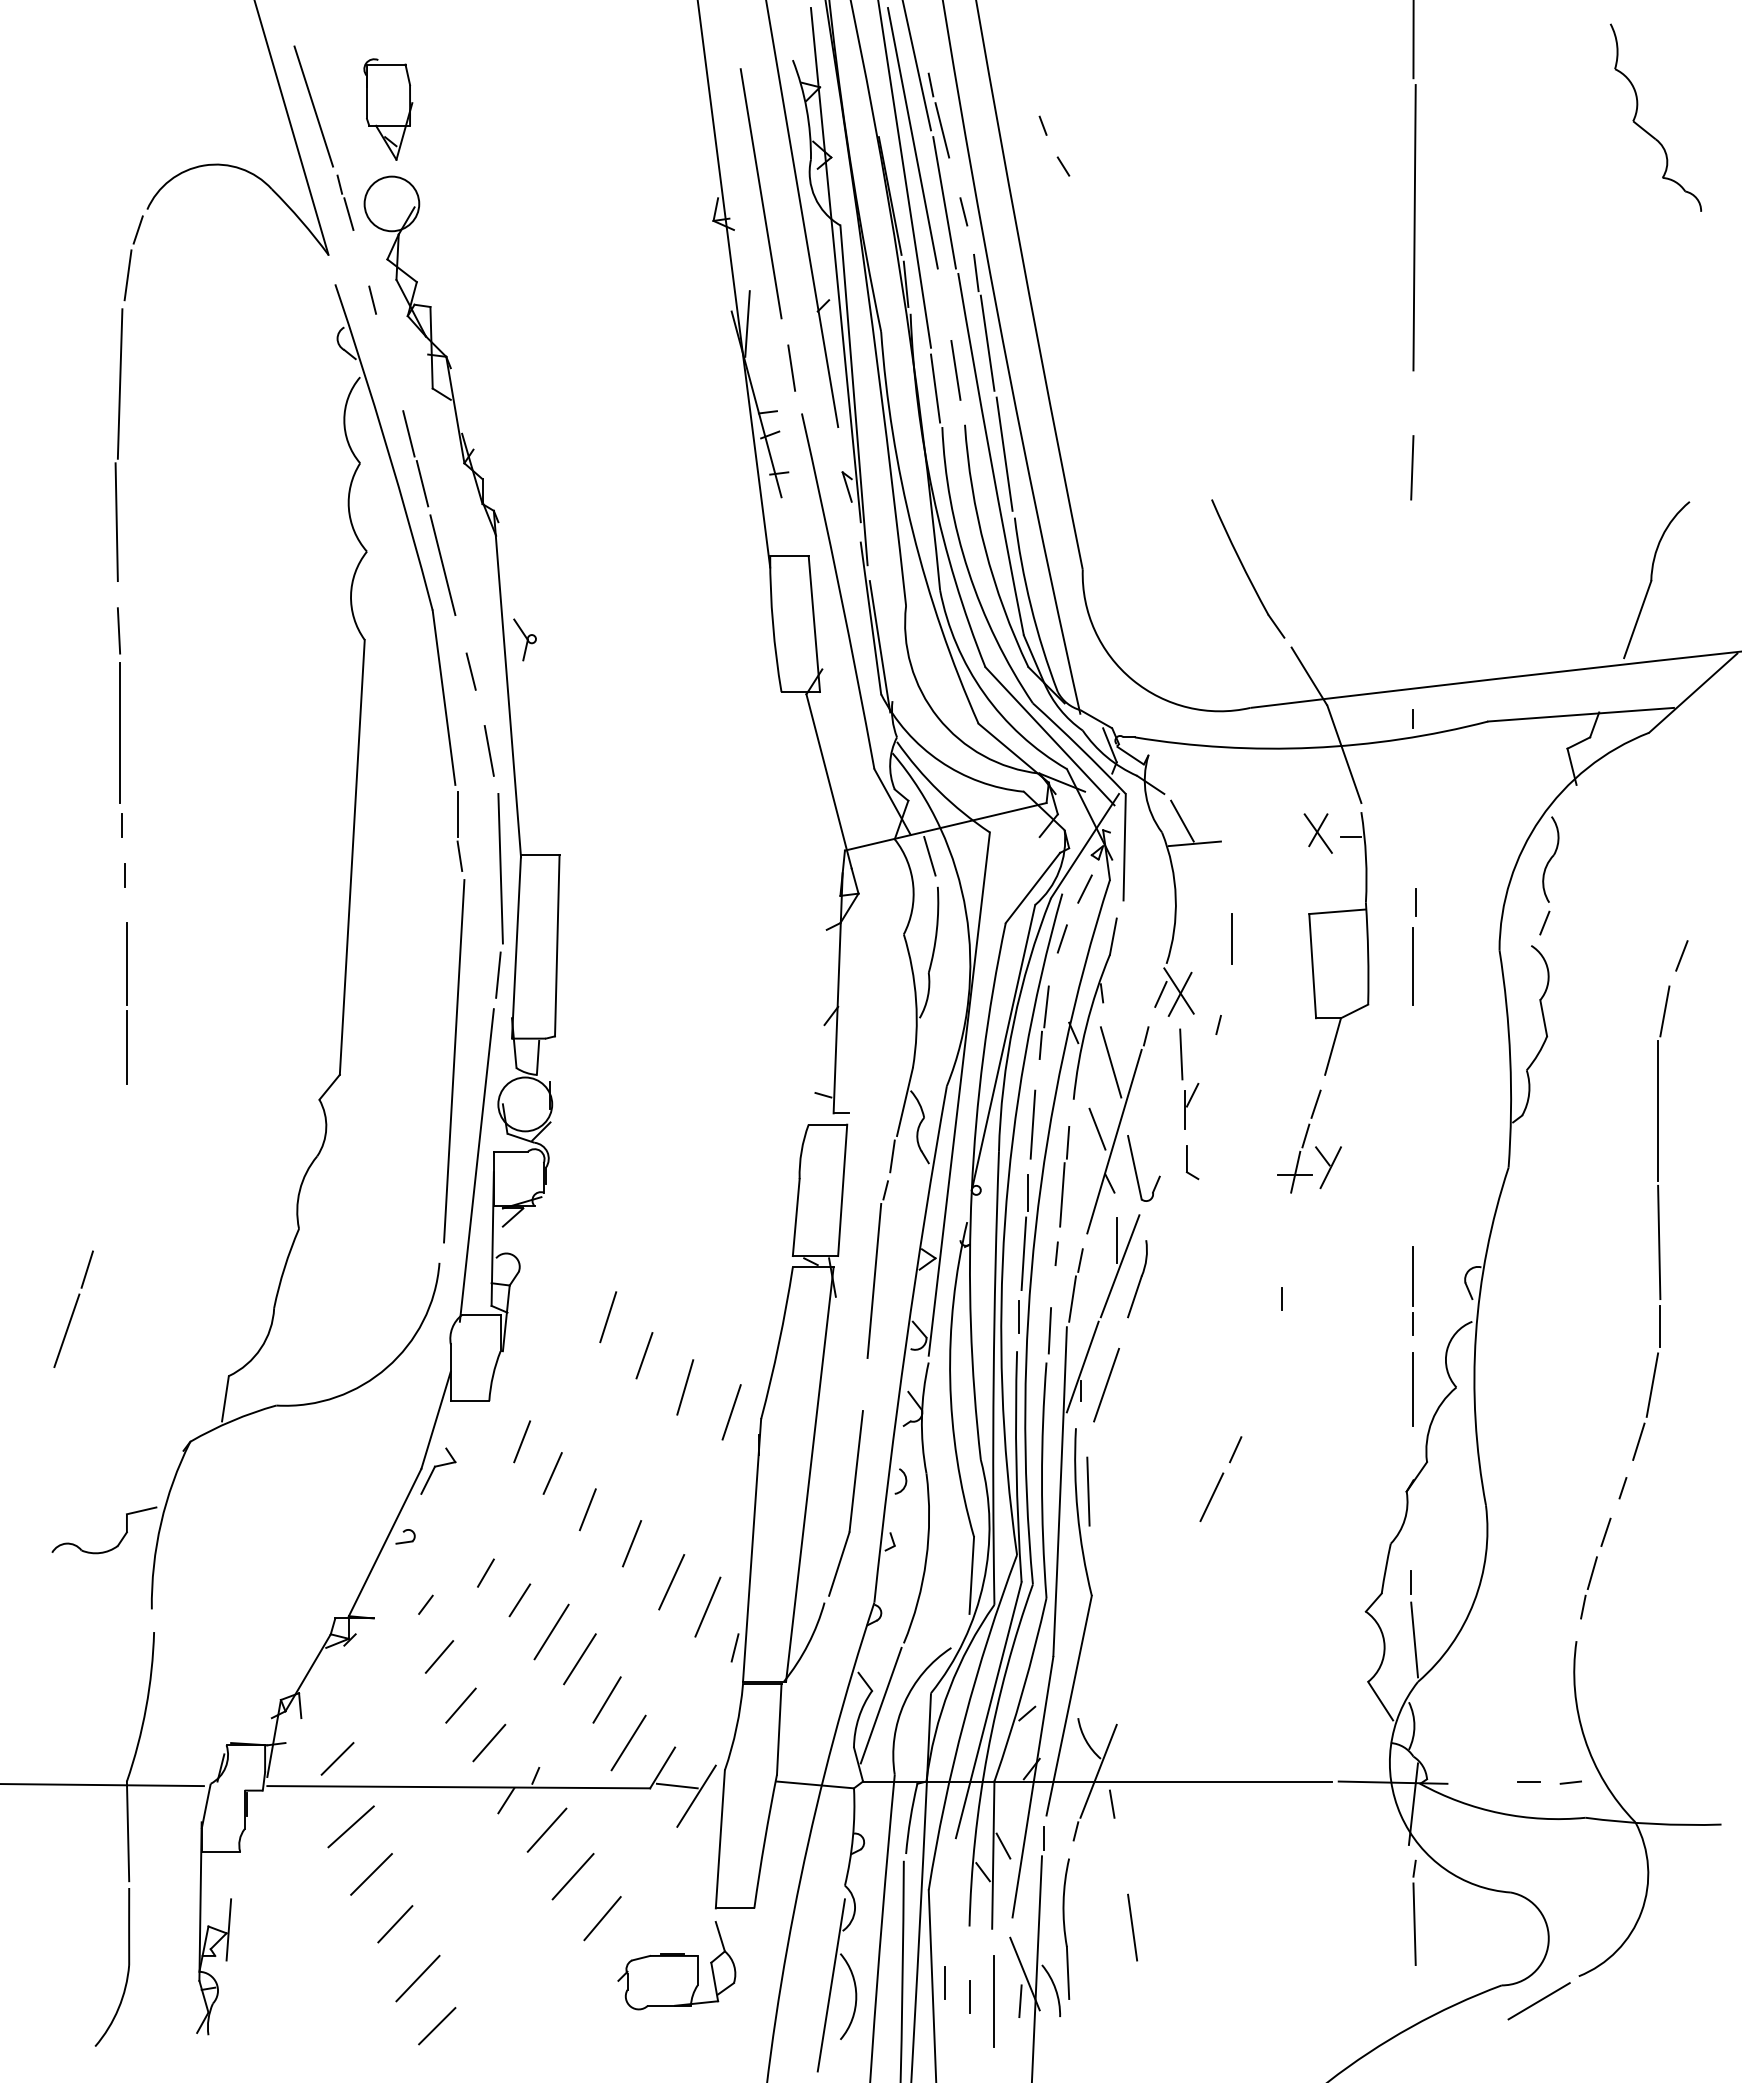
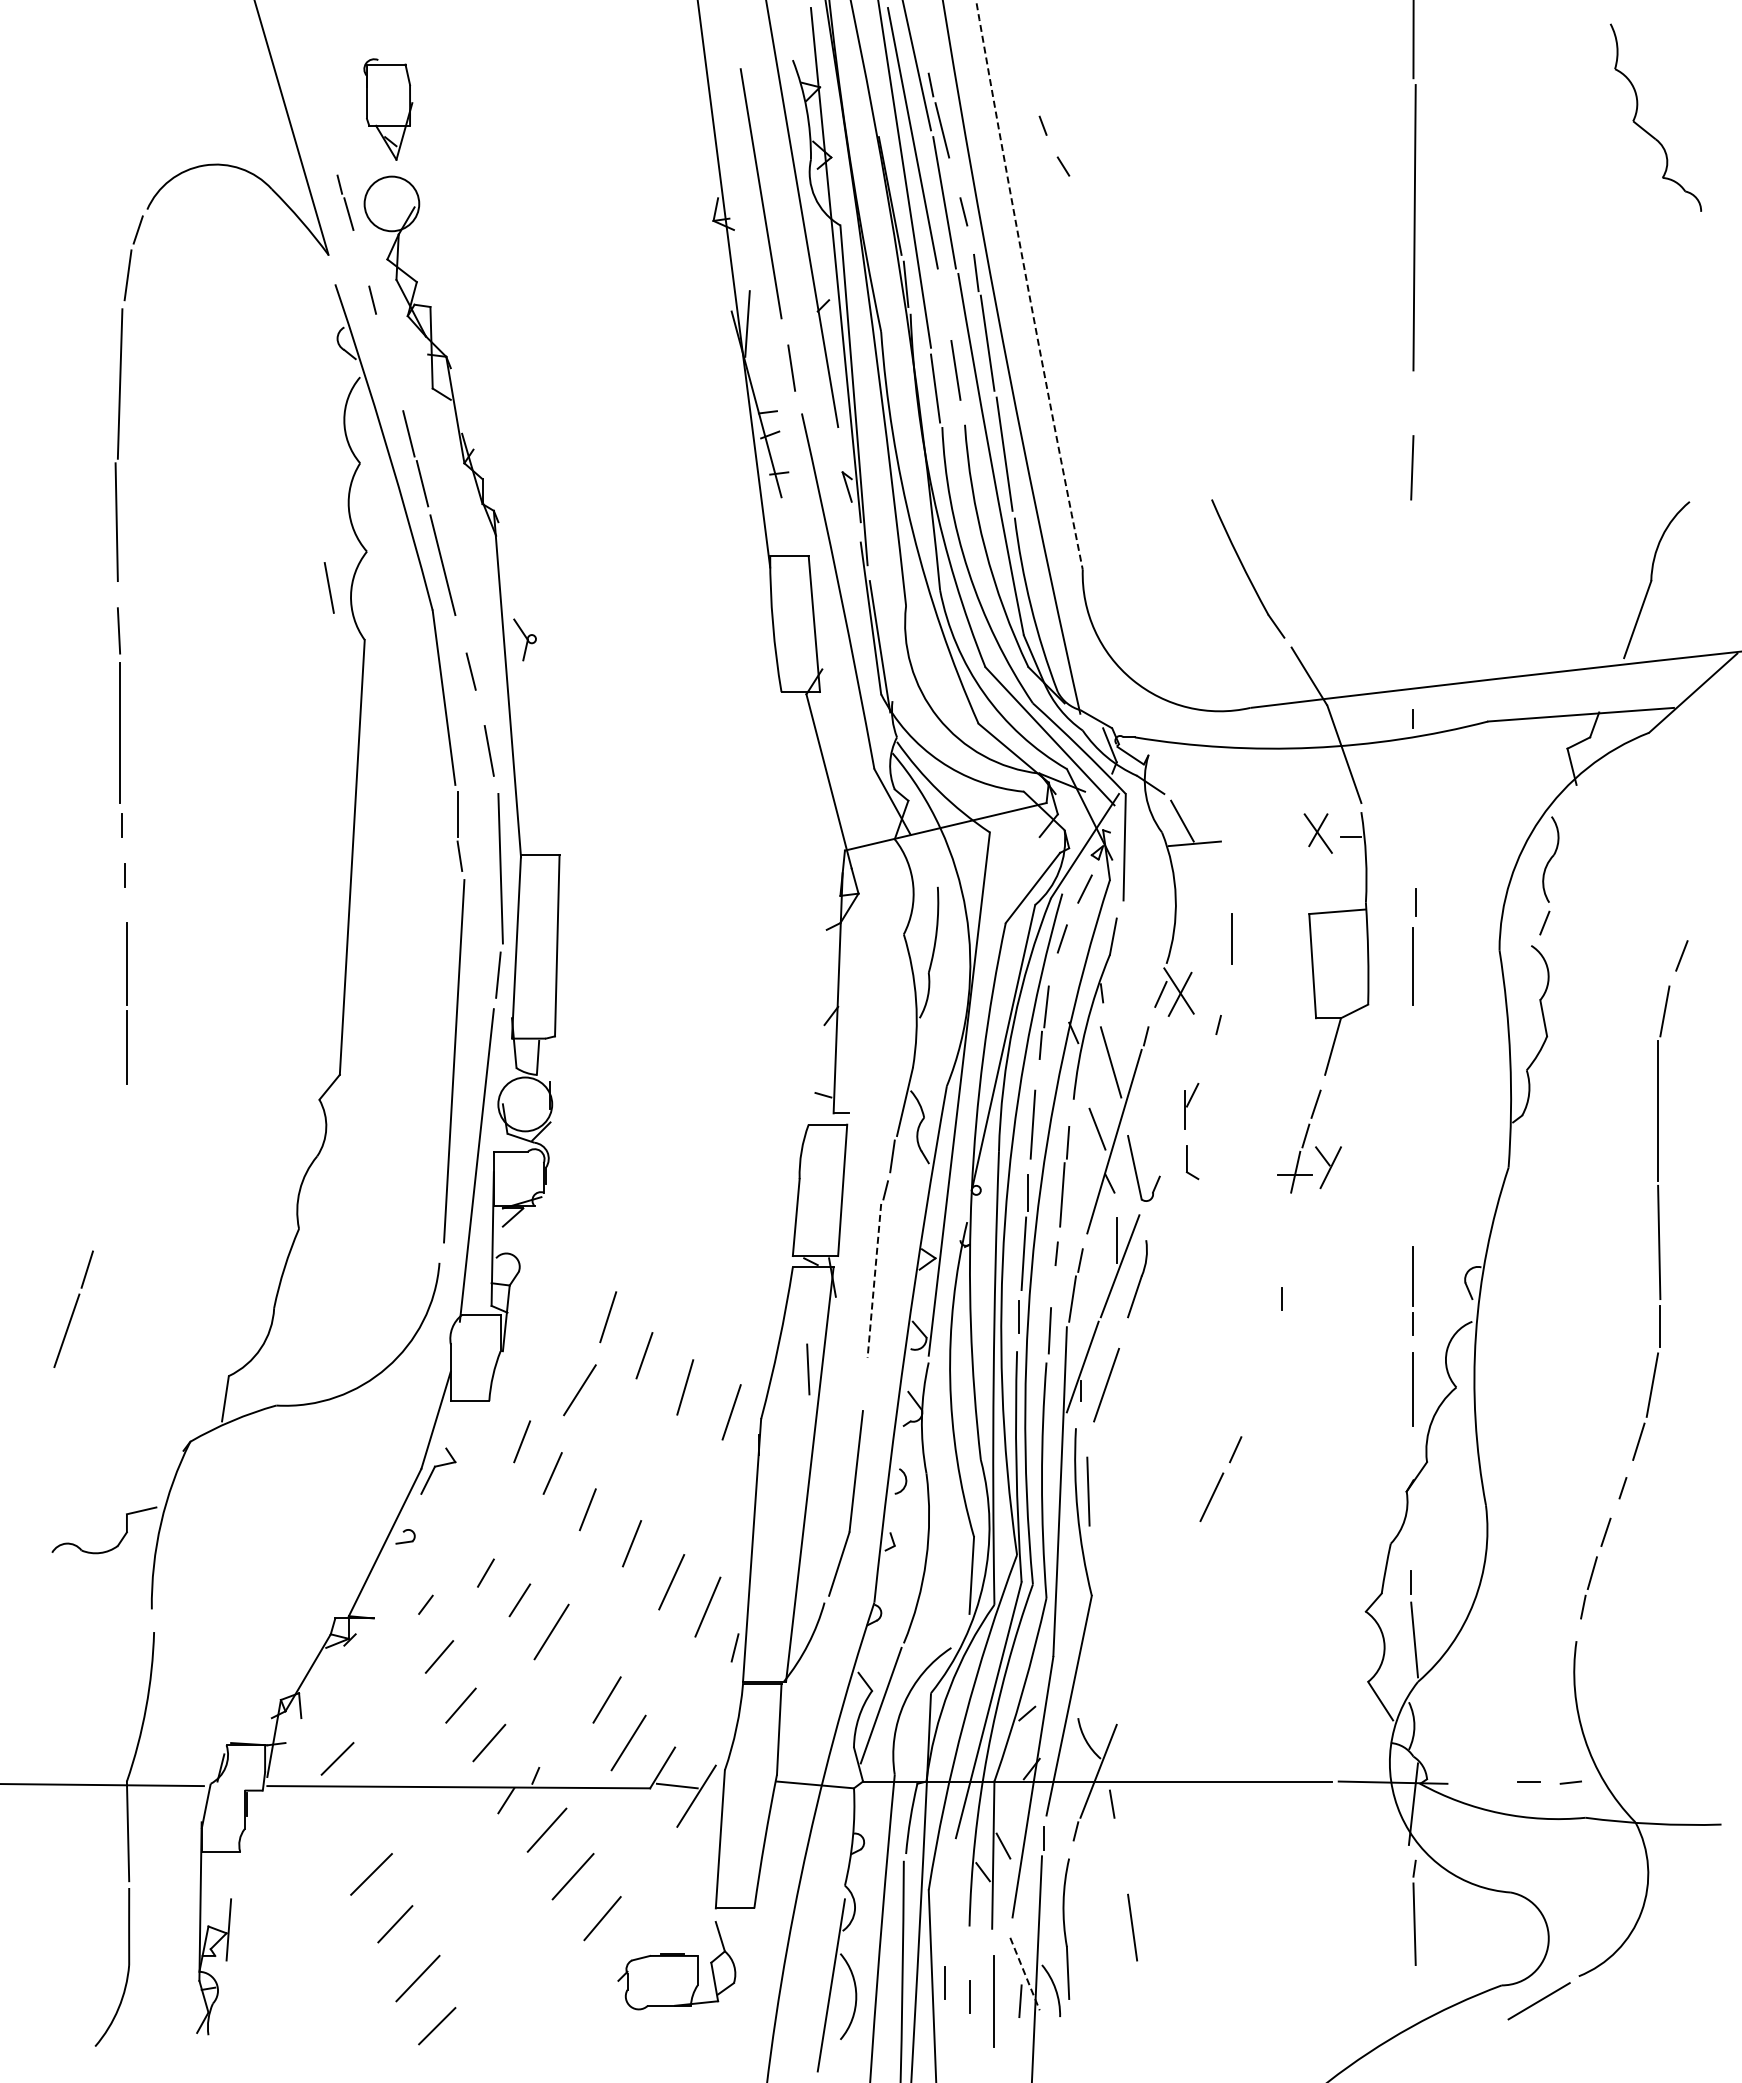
line at (313, 106): present -> none
arc at (1027, 285): solid -> dashed
line at (328, 587): none -> present
line at (929, 856): present -> none
line at (1181, 1054) position: (1181, 1054) -> (808, 1369)
line at (874, 1281): solid -> dashed
line at (579, 1659) position: (579, 1659) -> (579, 1390)
line at (350, 1826): present -> none
line at (1025, 1974): solid -> dashed
